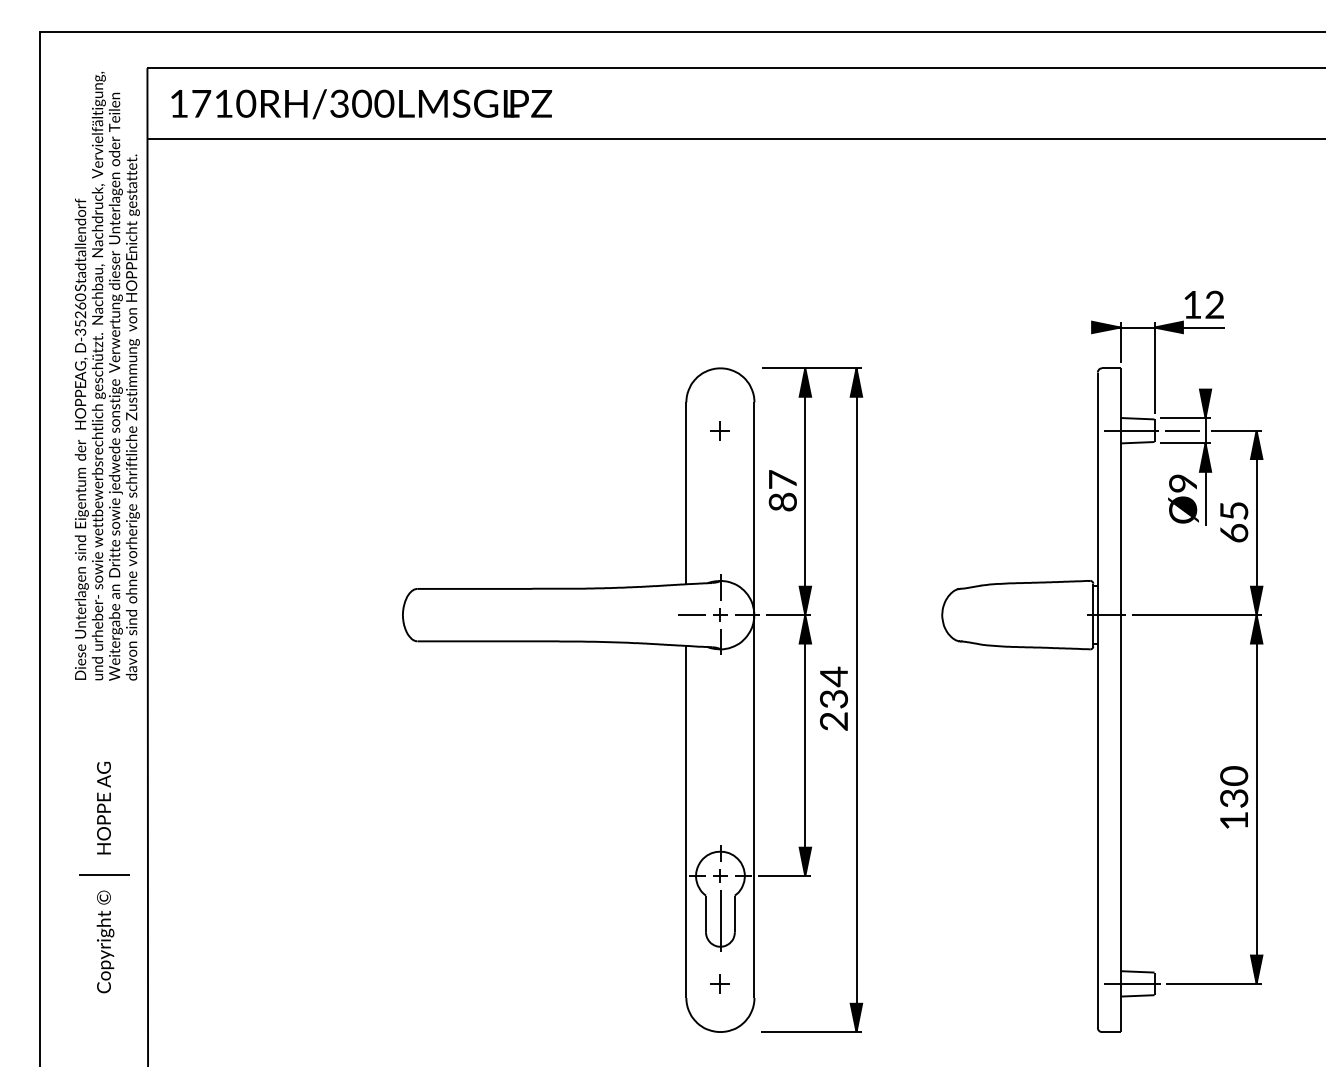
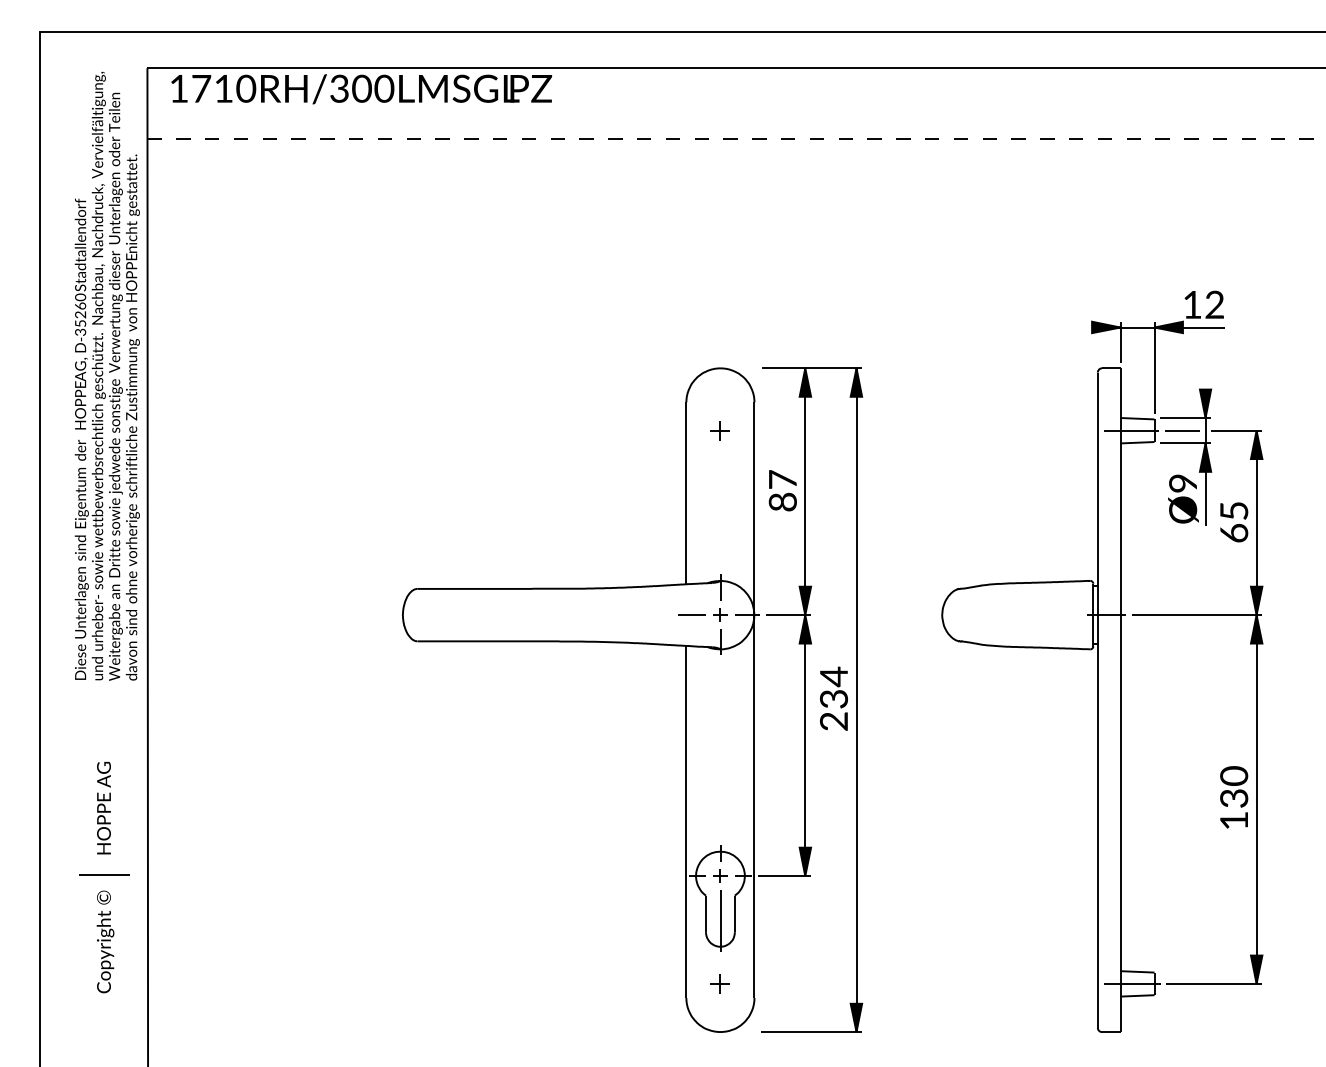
text at (361, 104) position: (361, 104) -> (361, 89)
line at (736, 139): solid -> dashed
